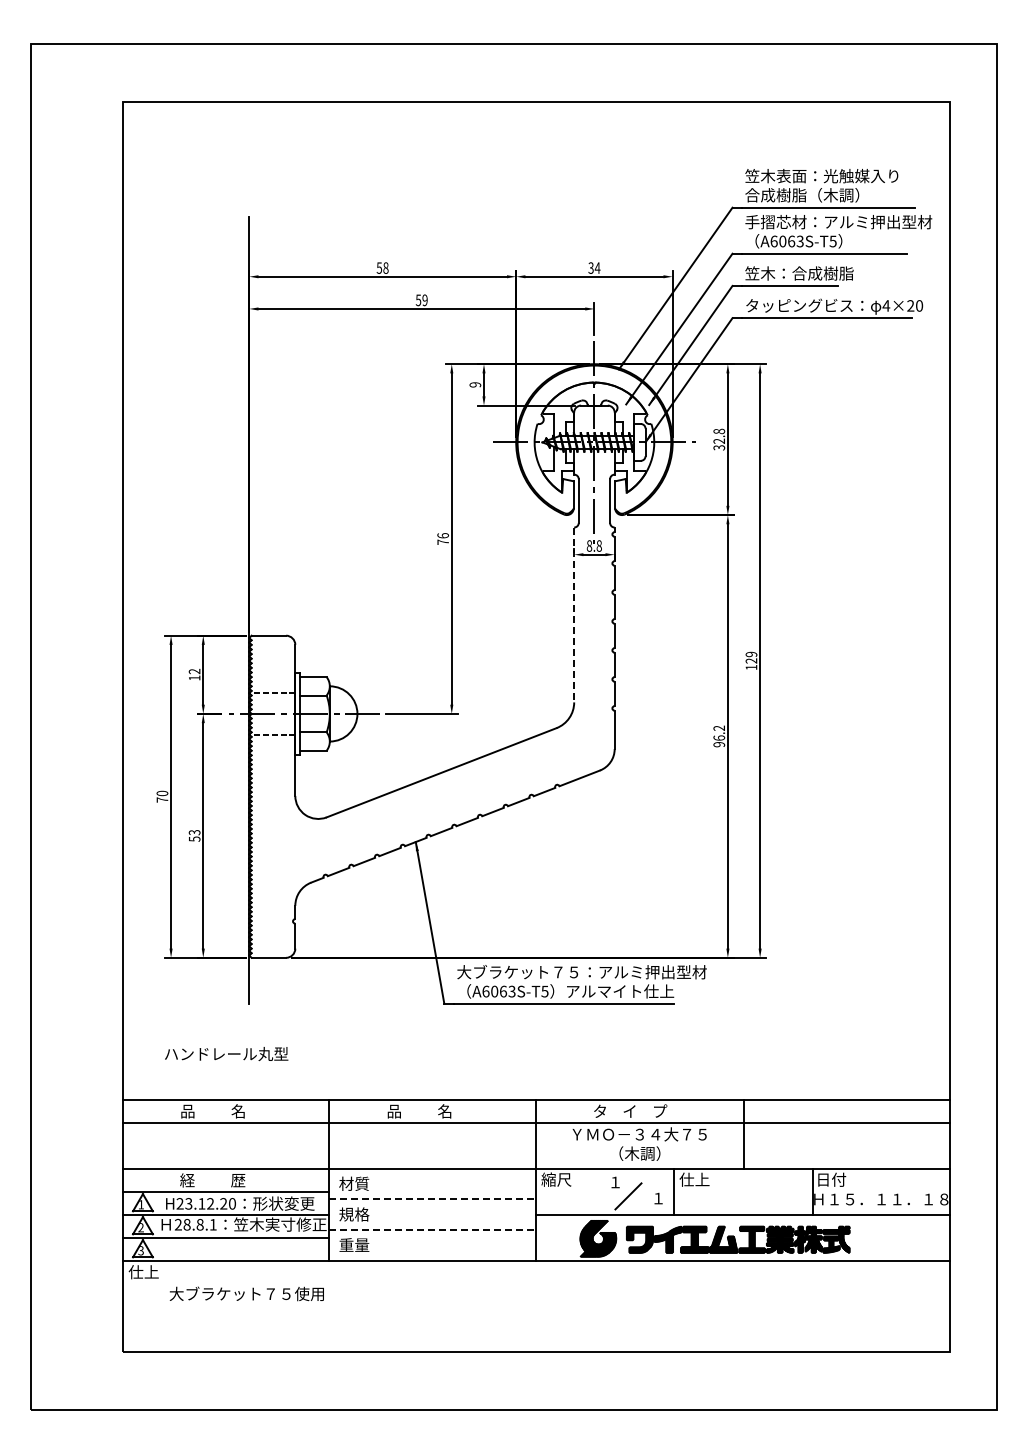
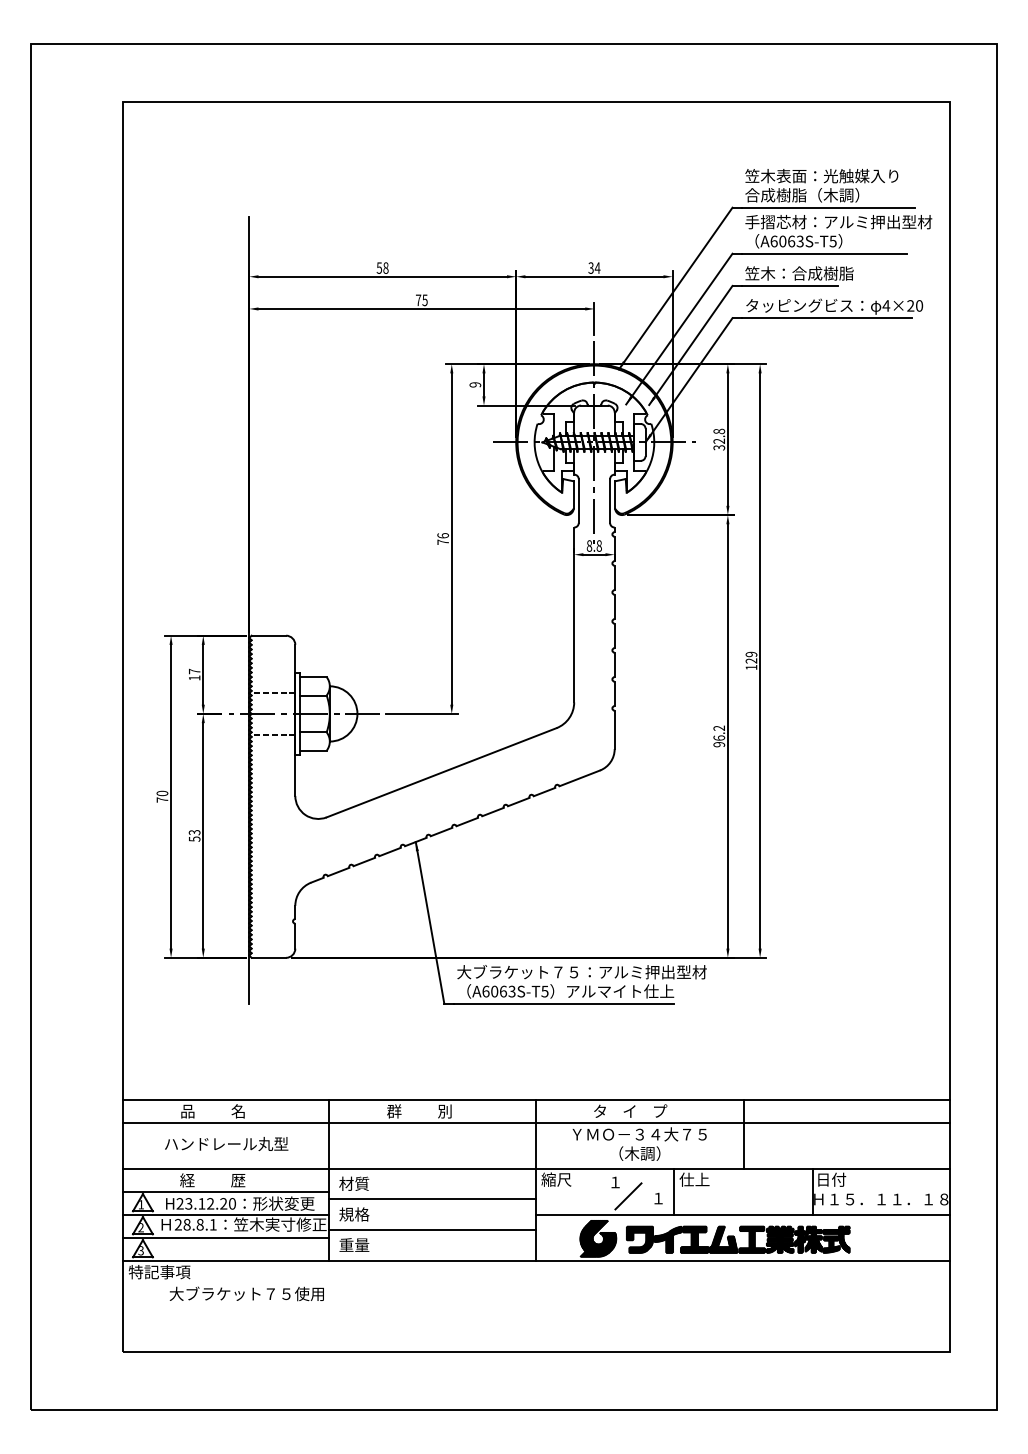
text at (421, 300): 59 -> 75
line at (574, 615): dashed -> solid
text at (194, 671): 12 -> 17
text at (226, 1053) position: (226, 1053) -> (226, 1143)
text at (419, 1111): 品          名 -> 群          別
line at (432, 1199): dashed -> solid
line at (432, 1230): dashed -> solid
text at (159, 1272): 仕上 -> 特記事項
